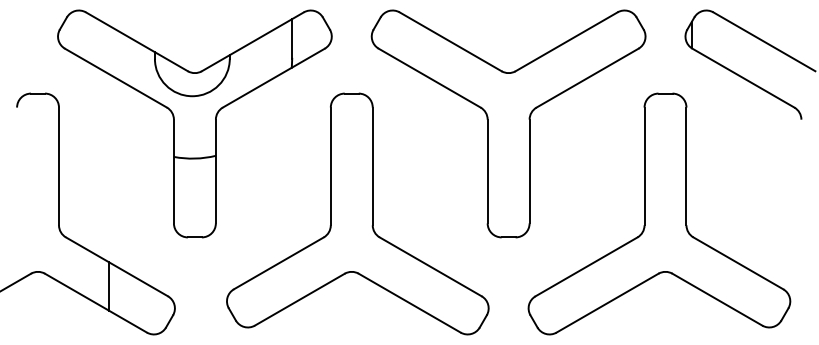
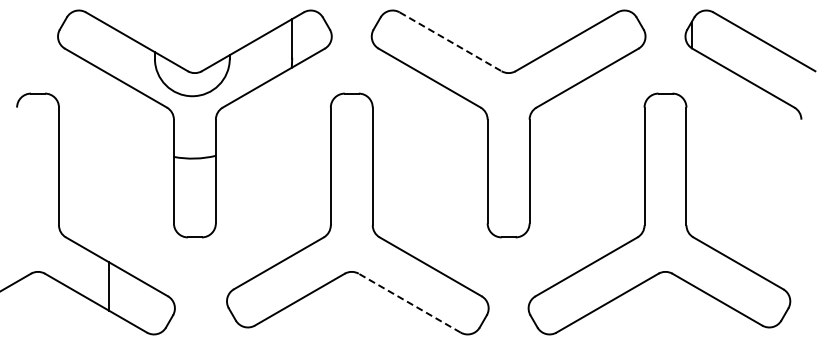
line at (450, 41): solid -> dashed
line at (409, 303): solid -> dashed
